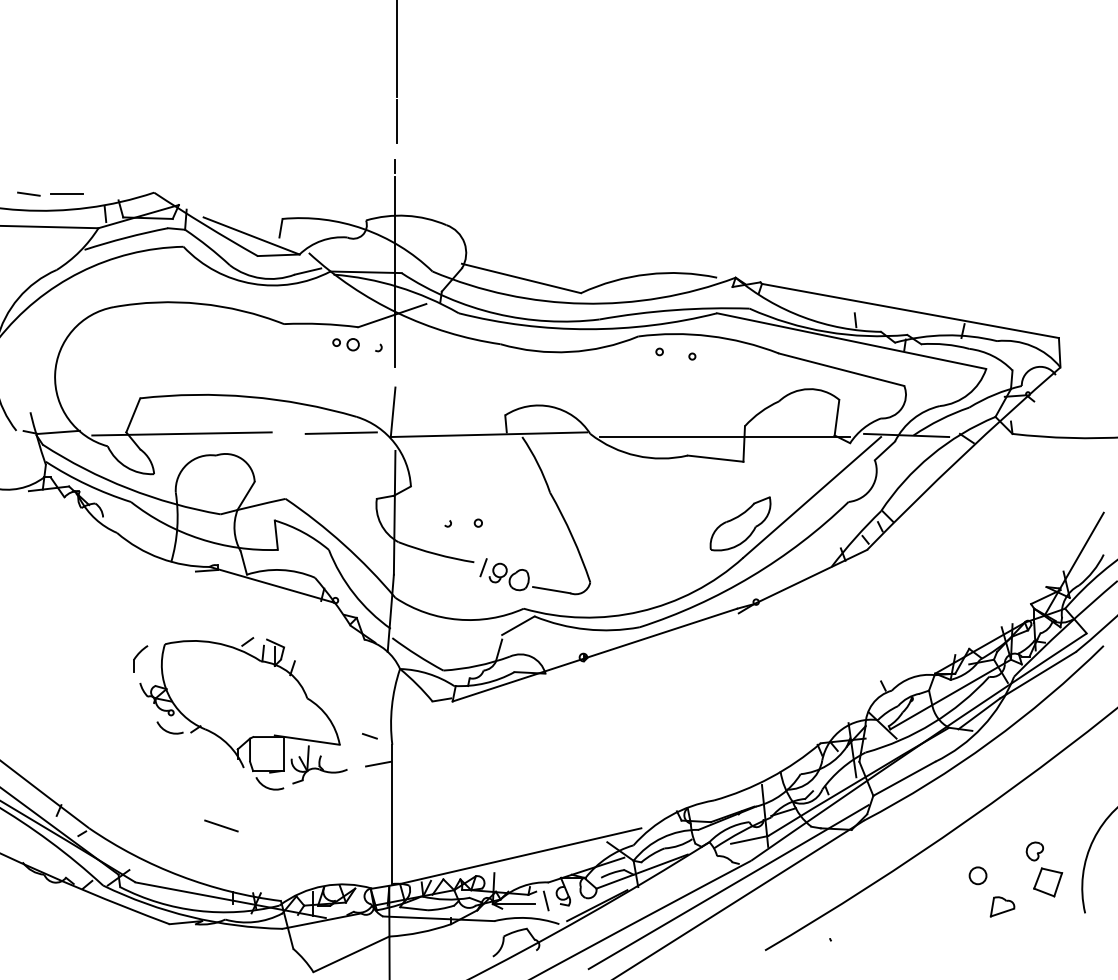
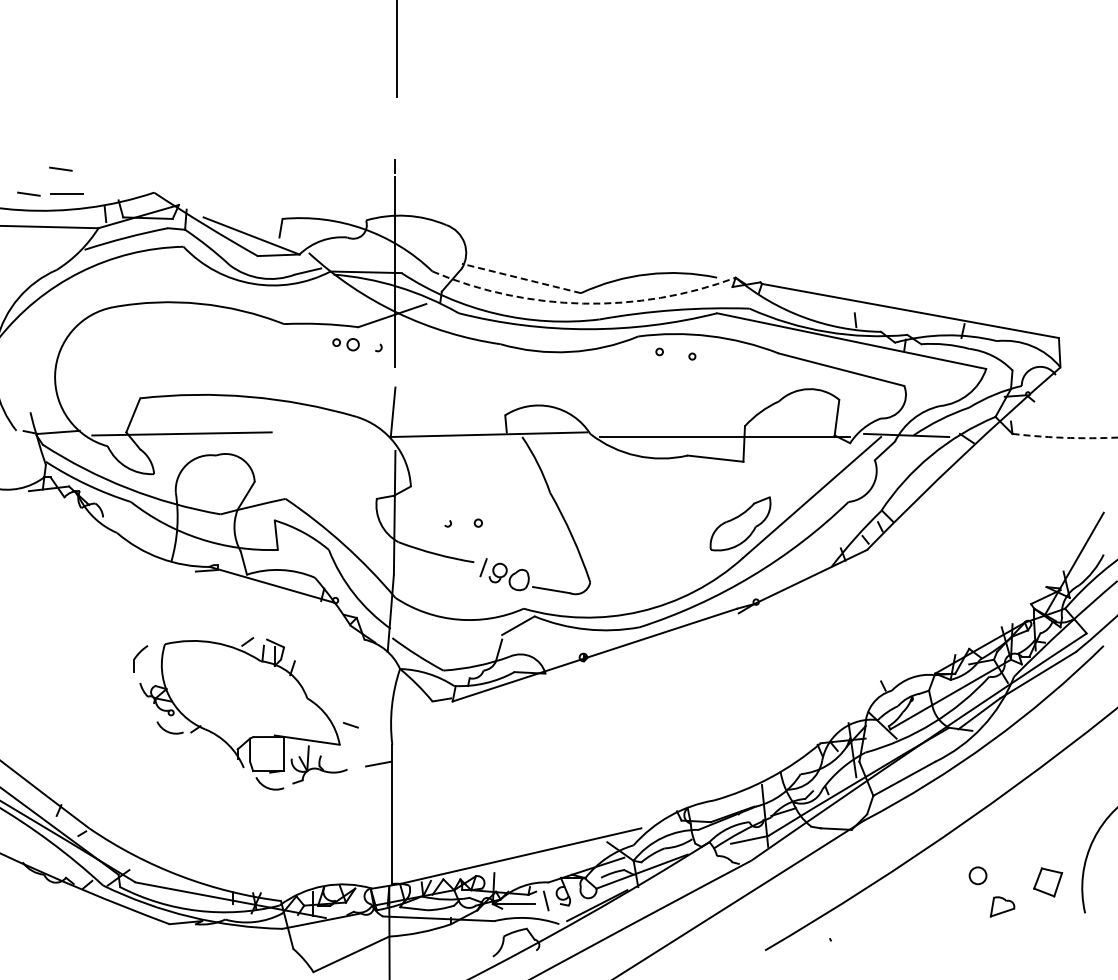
line at (396, 121): present -> none
line at (60, 168): none -> present
line at (521, 278): solid -> dashed
arc at (583, 303): solid -> dashed
line at (340, 432): present -> none
arc at (1065, 437): solid -> dashed
line at (369, 736) position: (369, 736) -> (350, 725)
line at (221, 825): present -> none
part at (1034, 851): present -> none
line at (728, 887): present -> none
